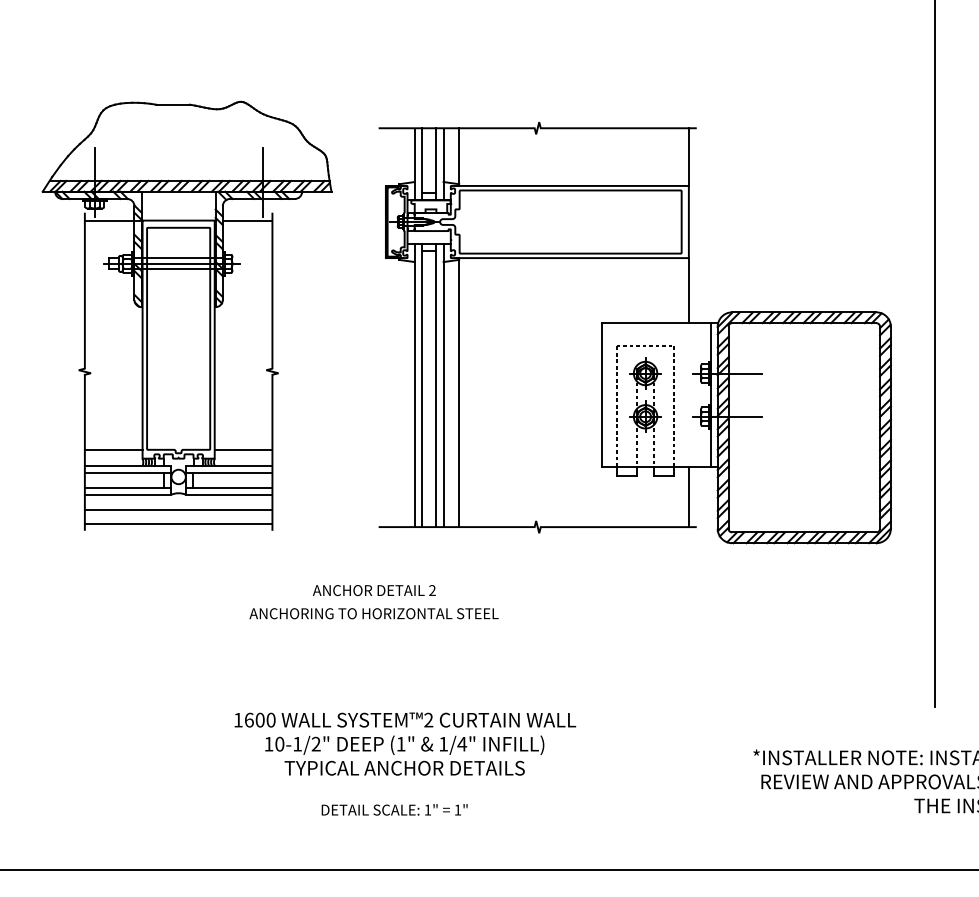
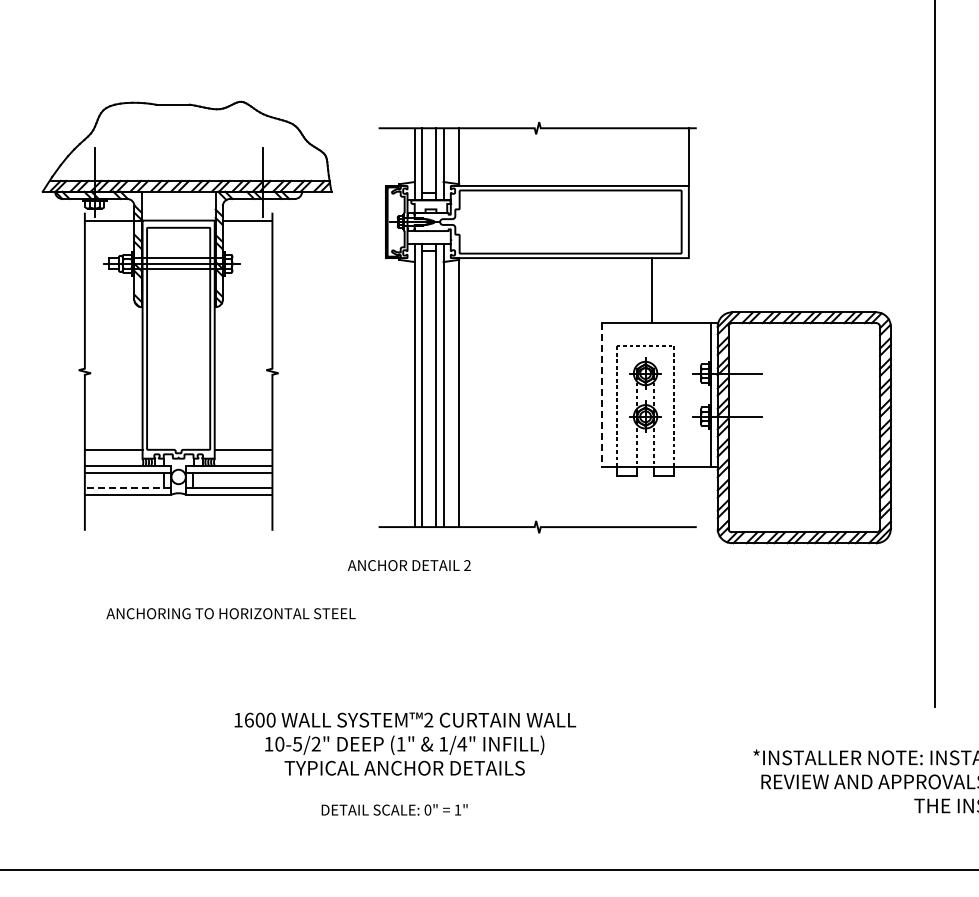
line at (688, 290) position: (688, 290) -> (651, 290)
line at (602, 395): solid -> dashed
line at (127, 487): solid -> dashed
line at (688, 497): present -> none
line at (178, 510): present -> none
line at (178, 523): present -> none
text at (374, 590) position: (374, 590) -> (409, 565)
text at (373, 613) position: (373, 613) -> (230, 613)
text at (297, 744): 10-1/2" -> 10-5/2"
text at (427, 809): 1" -> 0"
